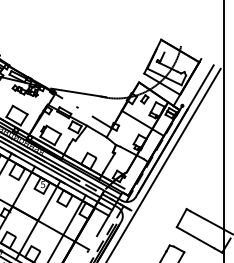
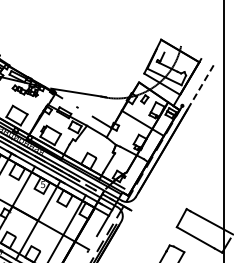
line at (200, 87): solid -> dashed
line at (164, 163): present -> none
